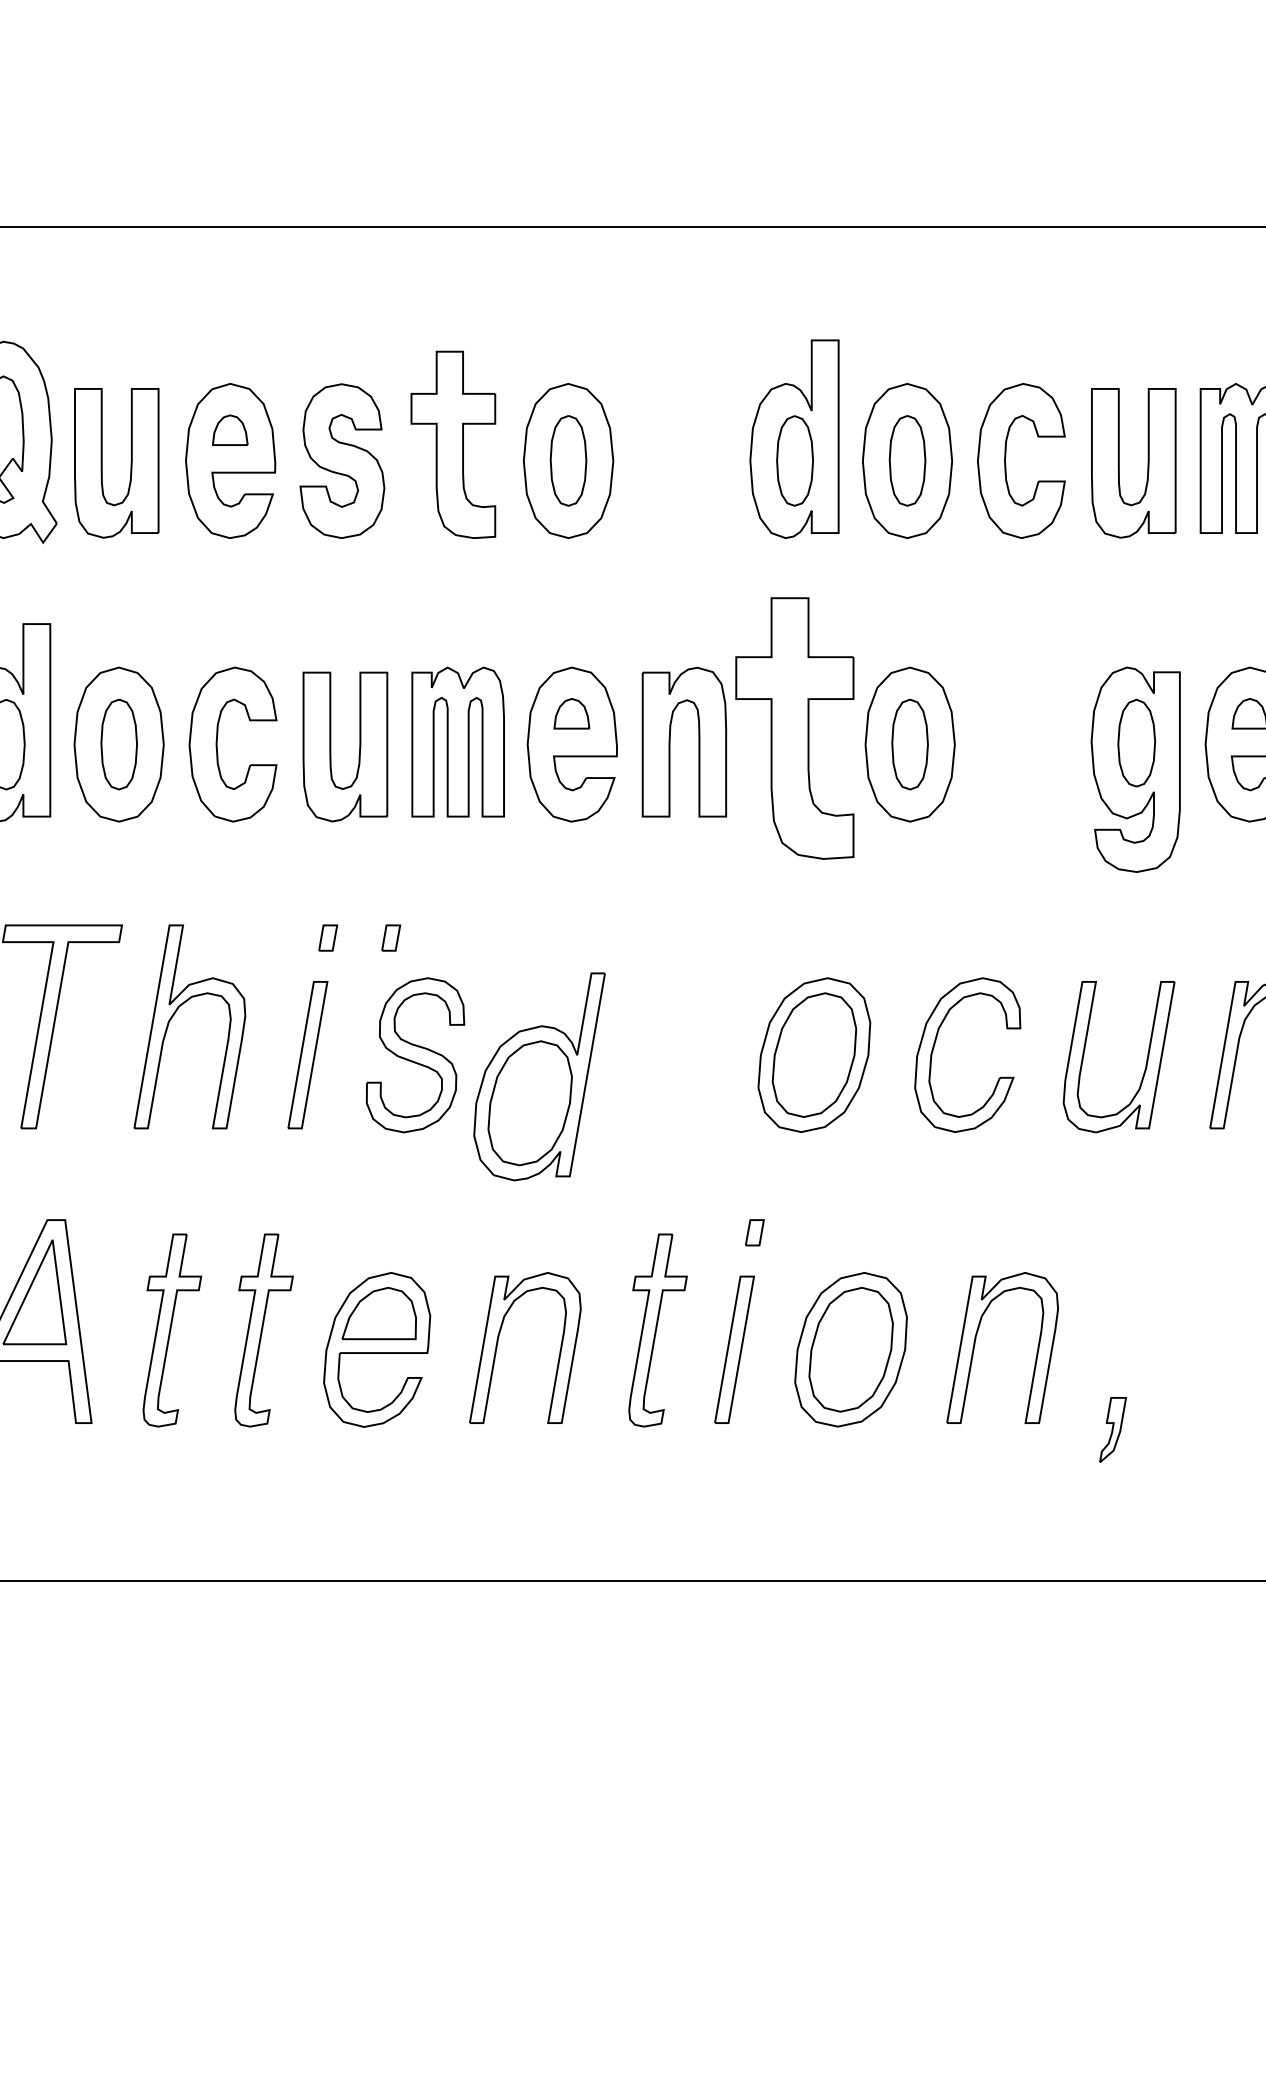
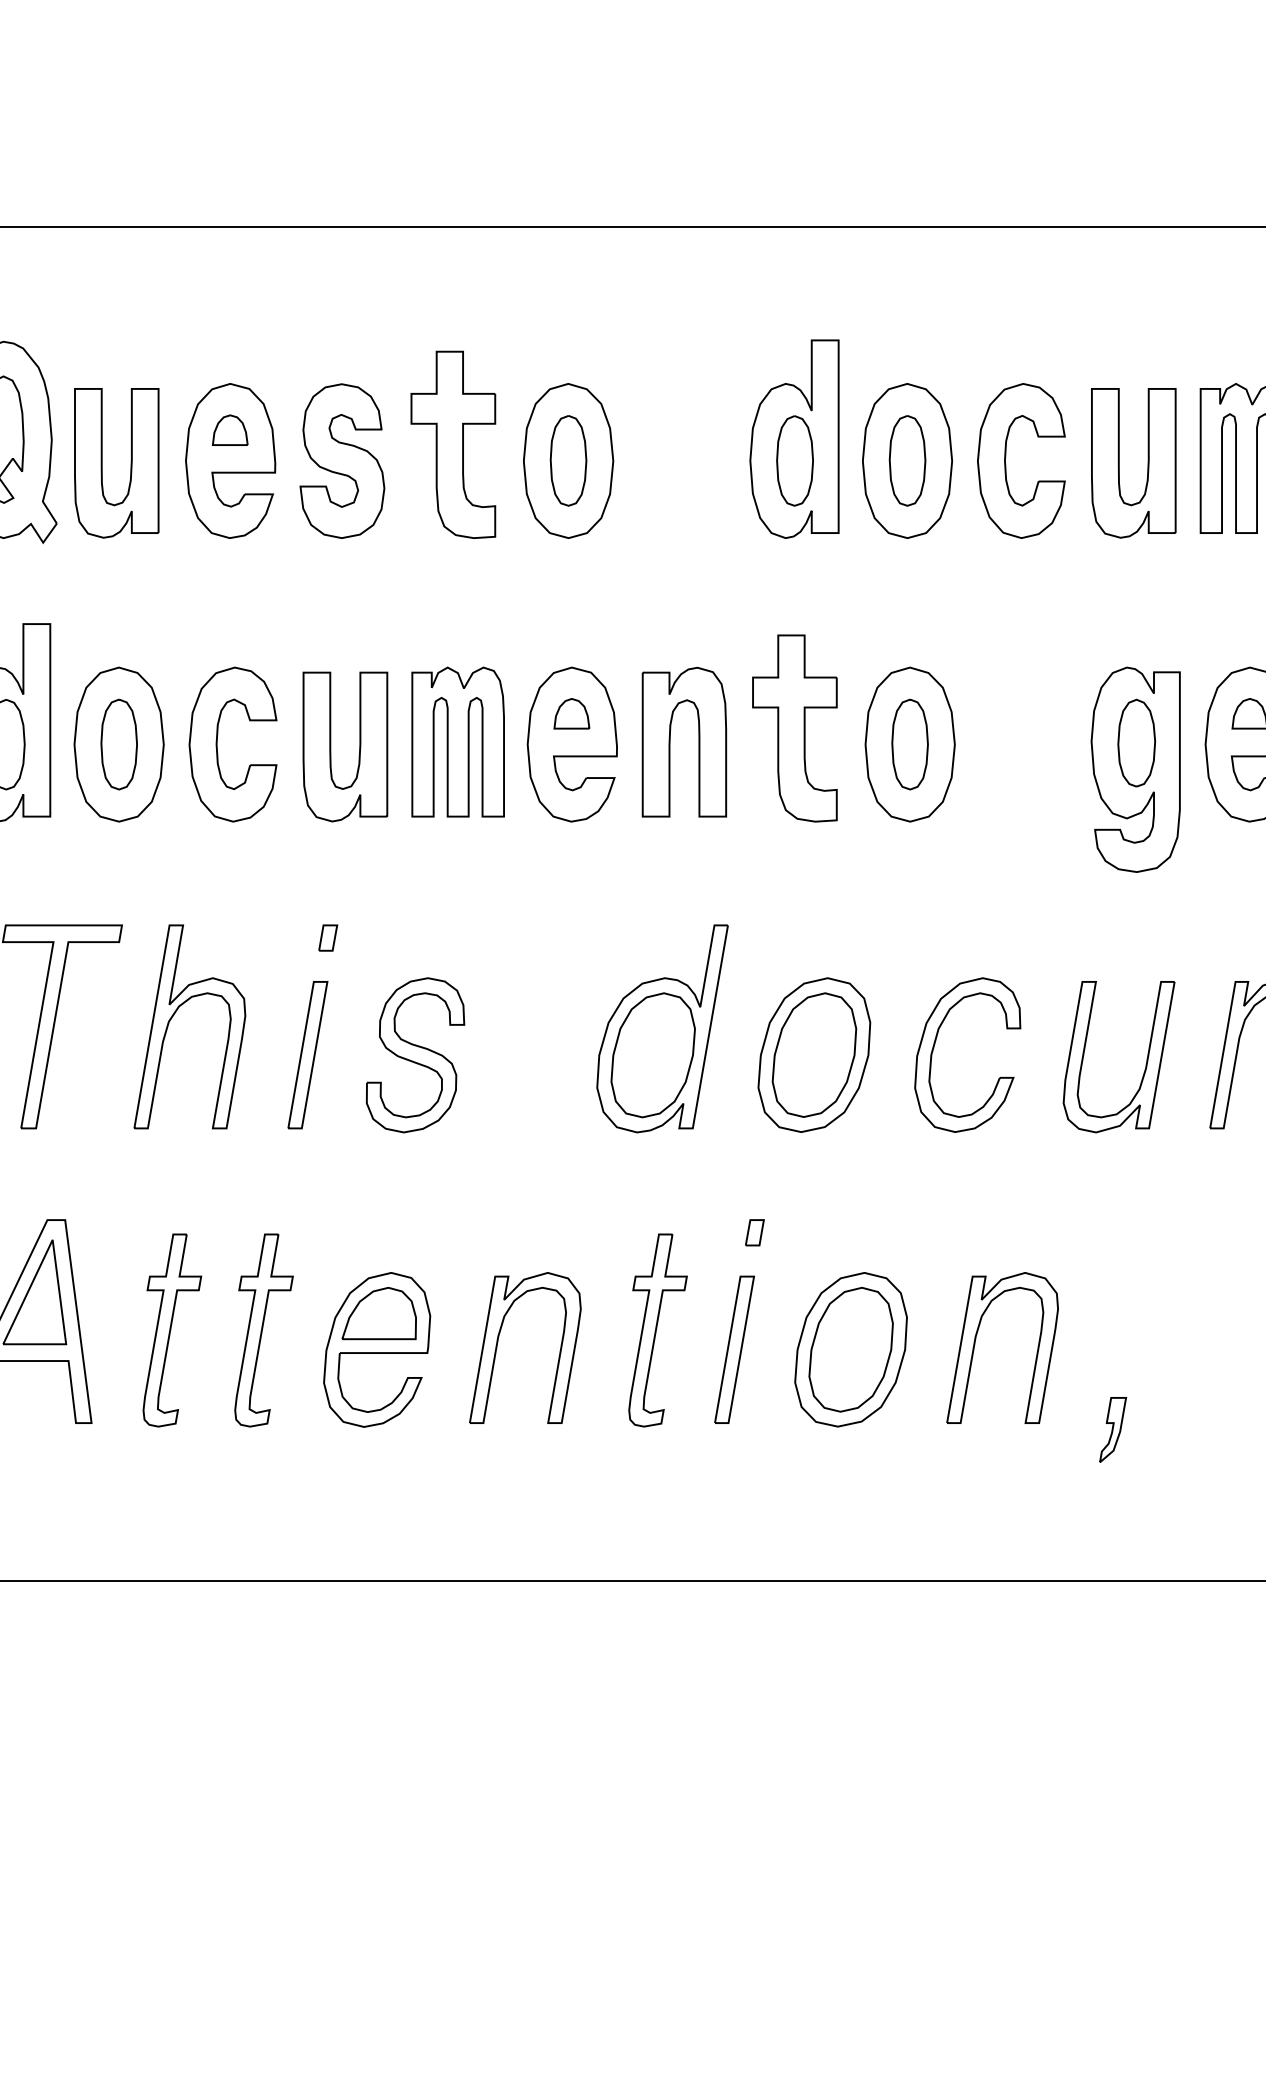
part at (794, 728) size: 120x263 px -> 86x189 px
part at (391, 937): present -> none
part at (539, 1076) position: (539, 1076) -> (662, 1028)
